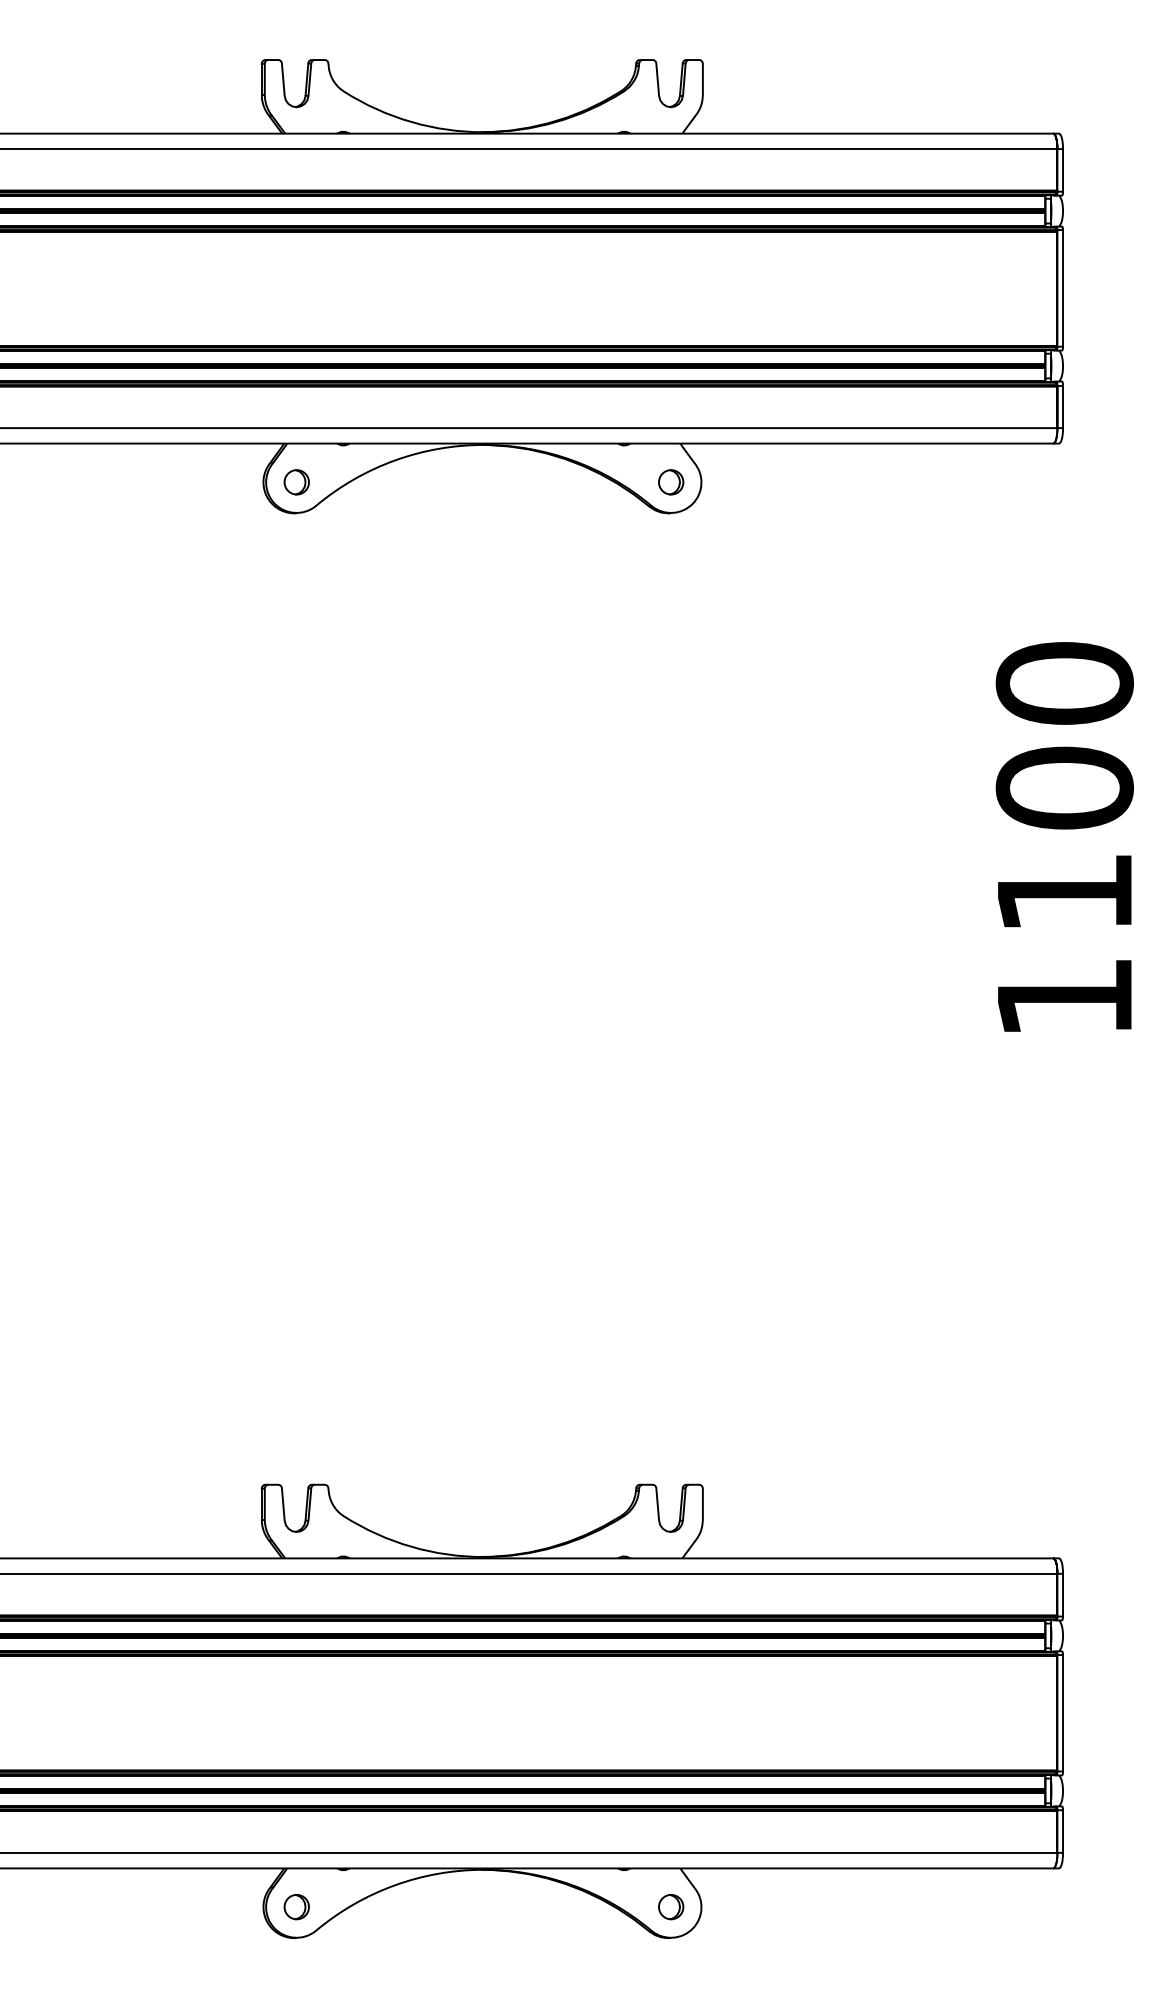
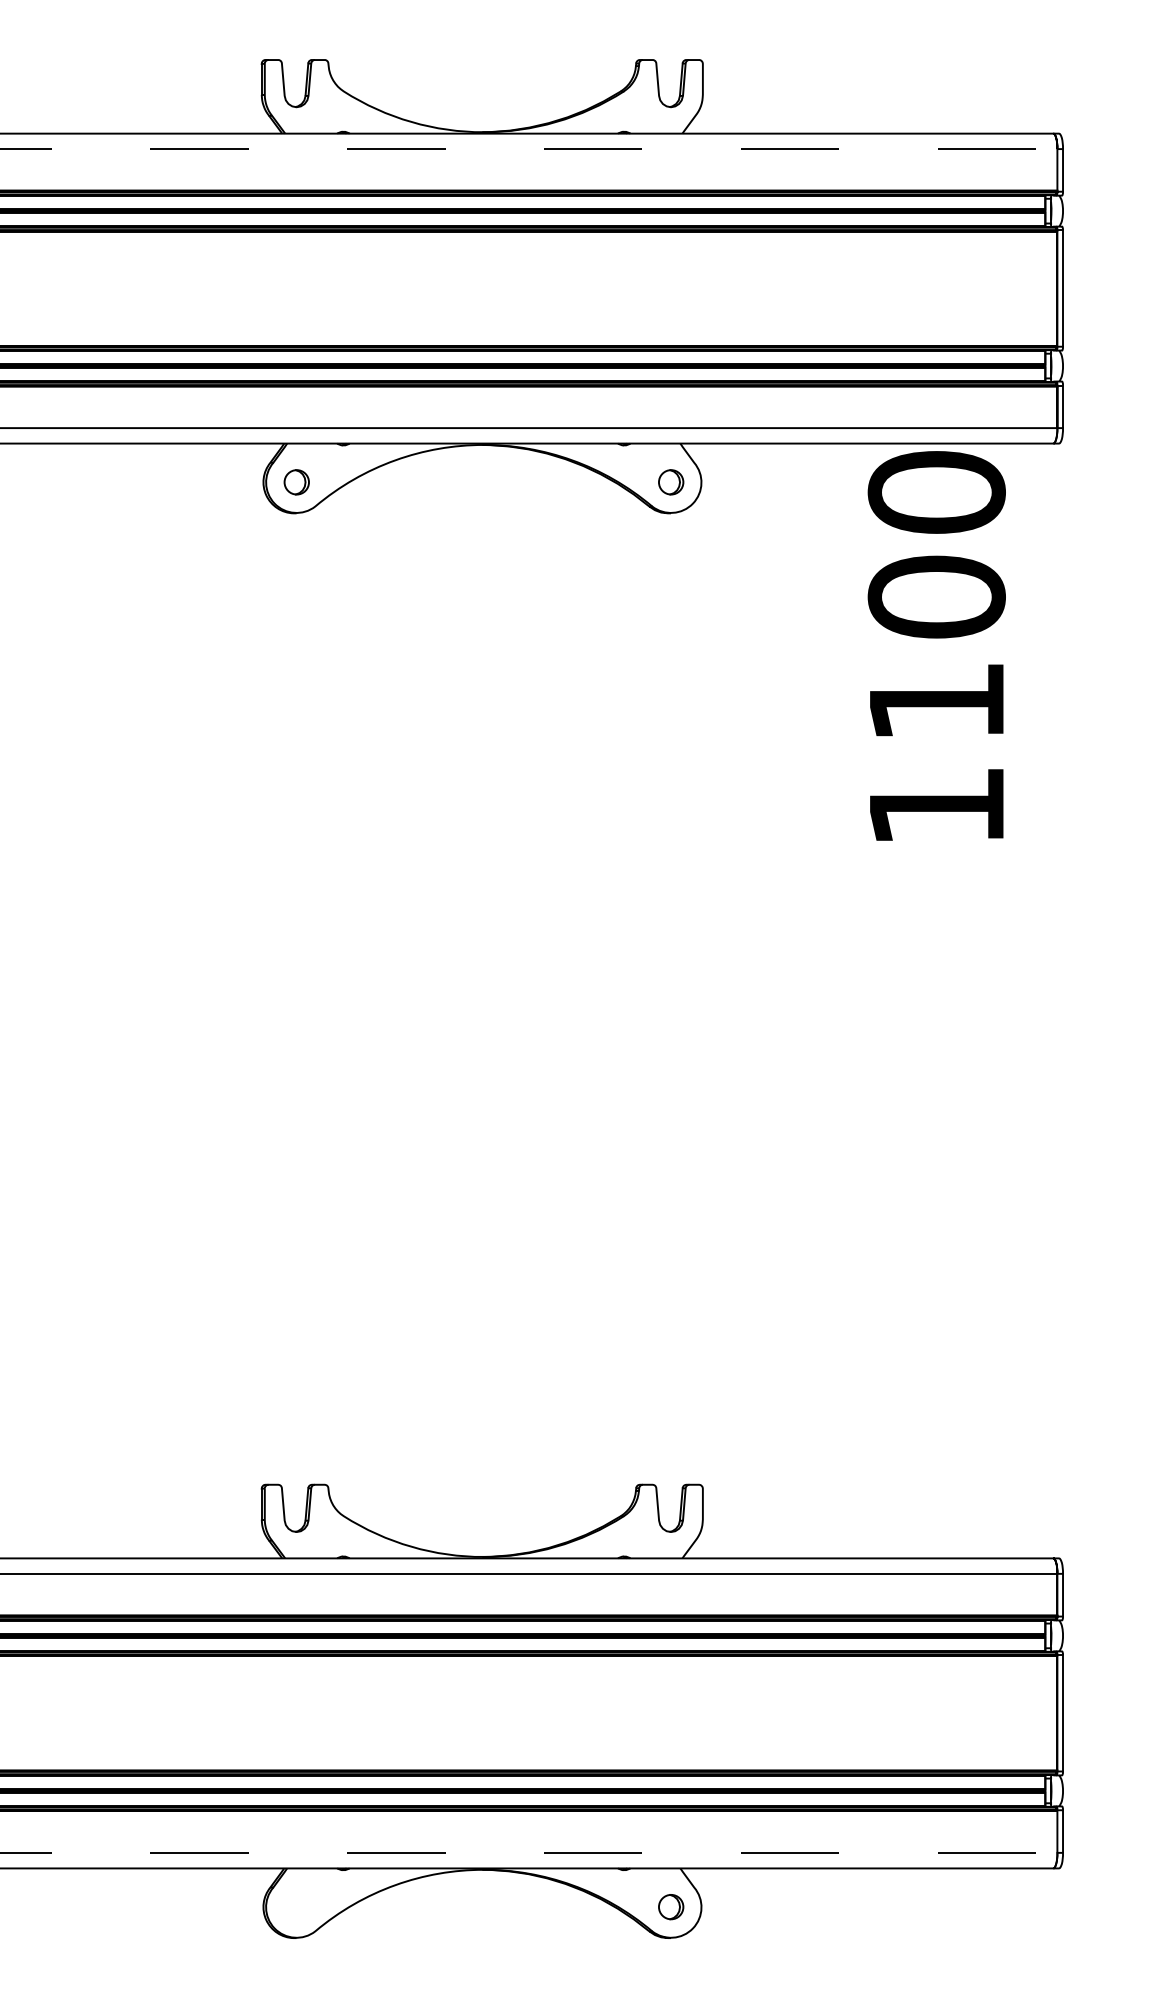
line at (550, 149): solid -> dashed
text at (1064, 836) position: (1064, 836) -> (936, 645)
line at (550, 1852): solid -> dashed
part at (296, 1907): present -> none
